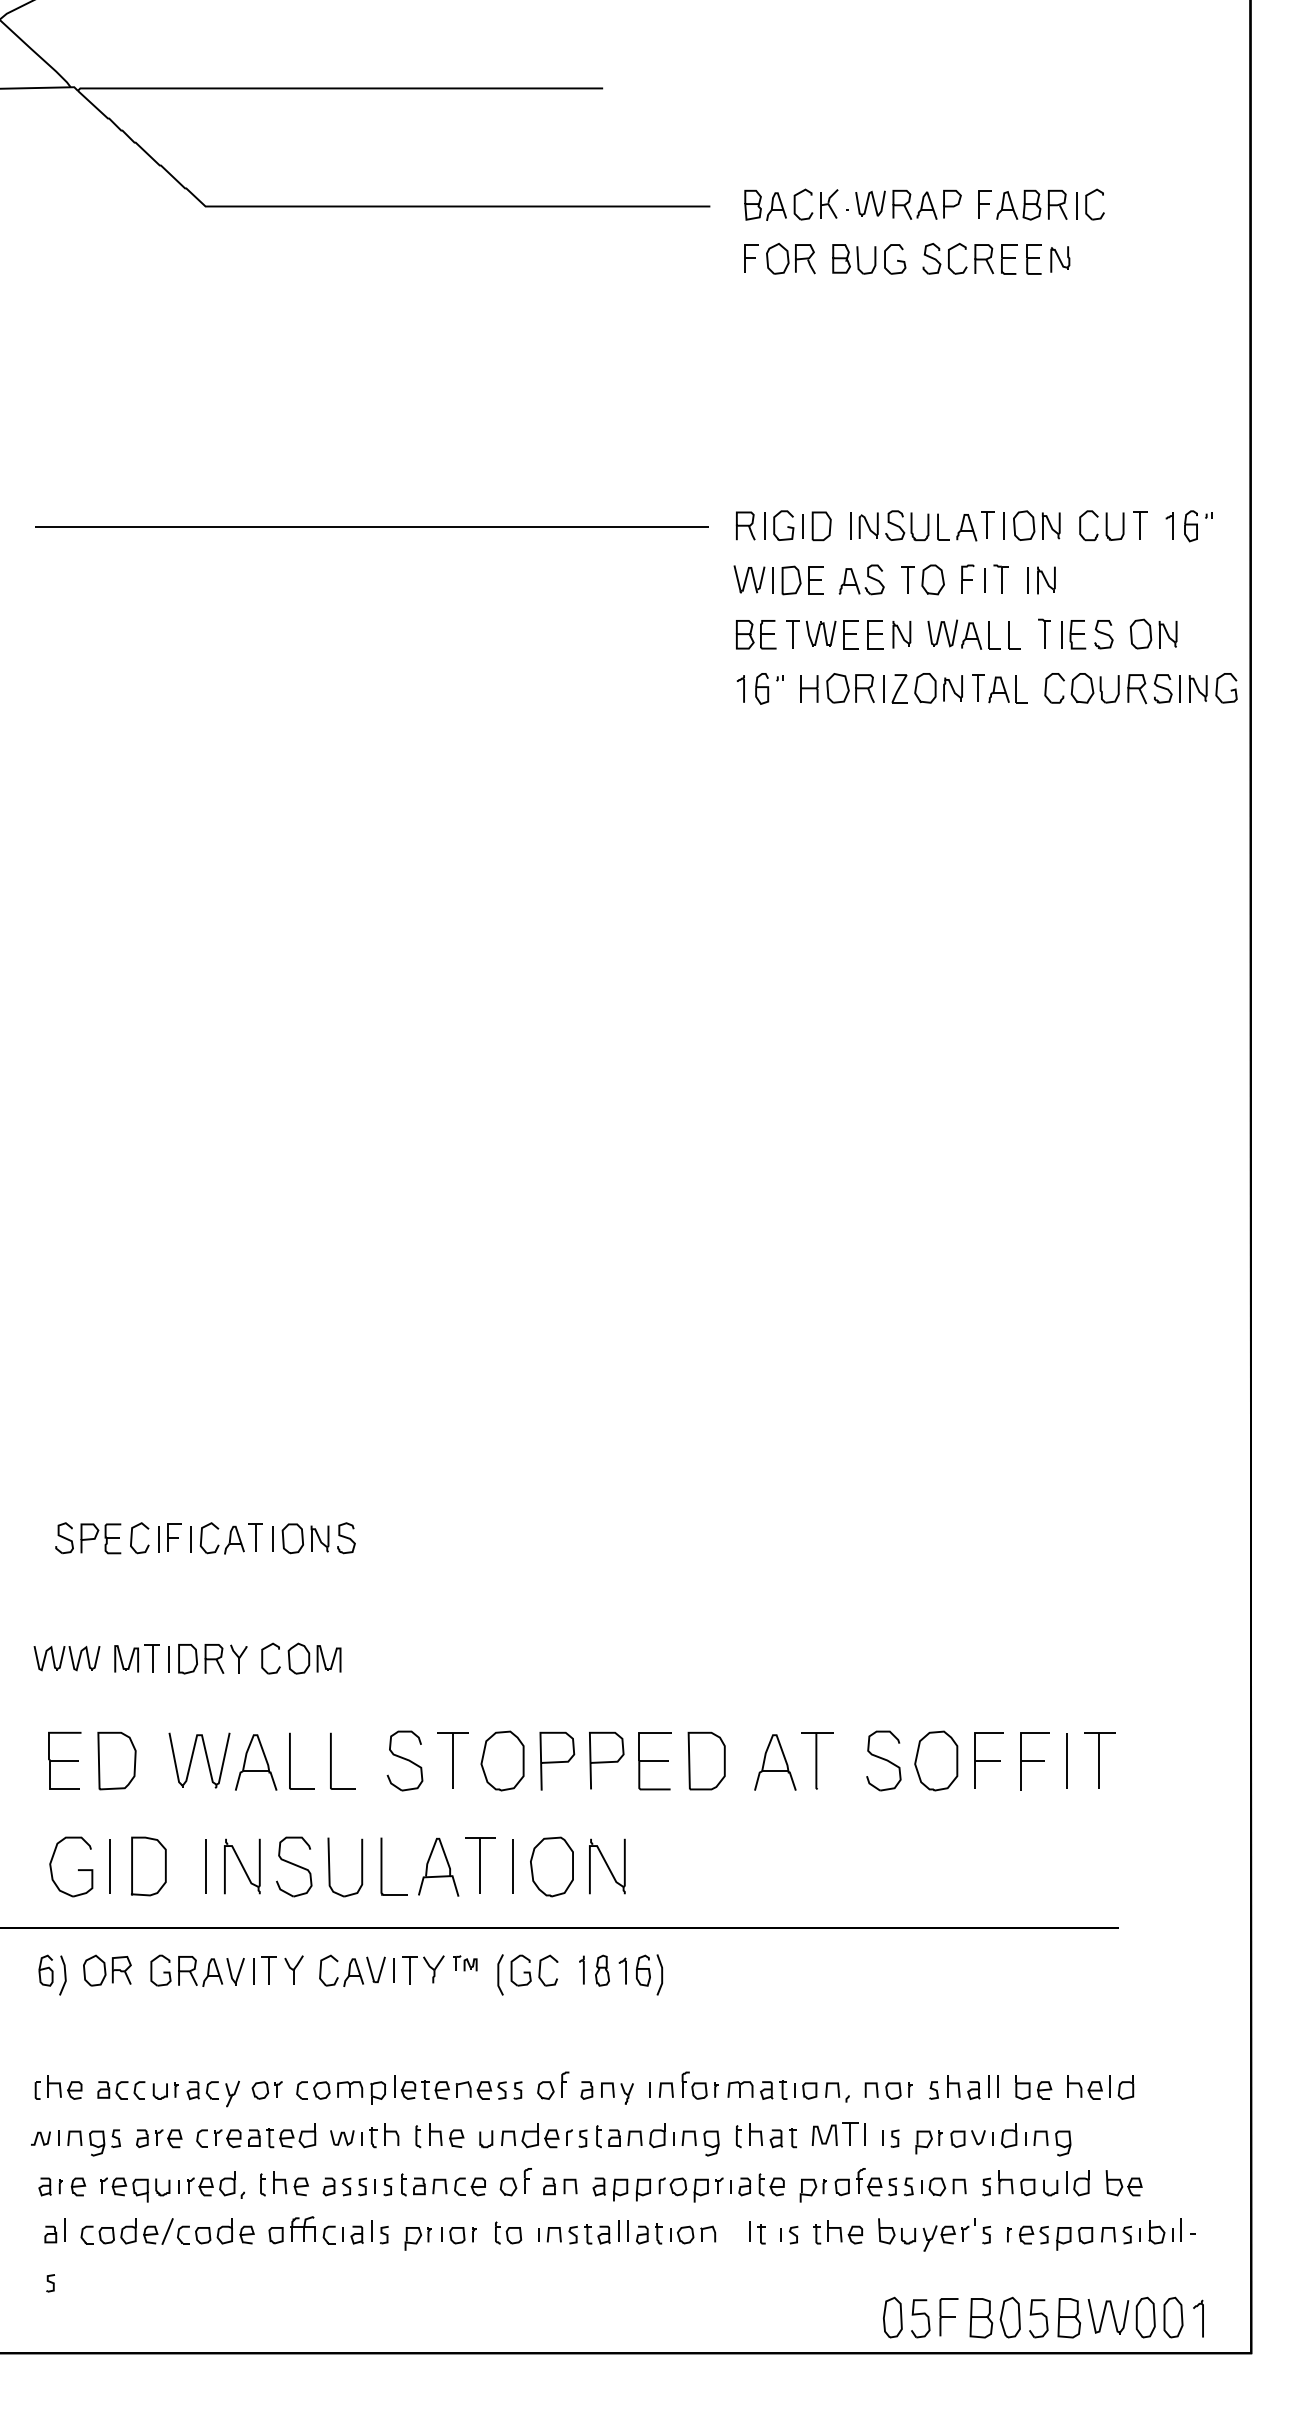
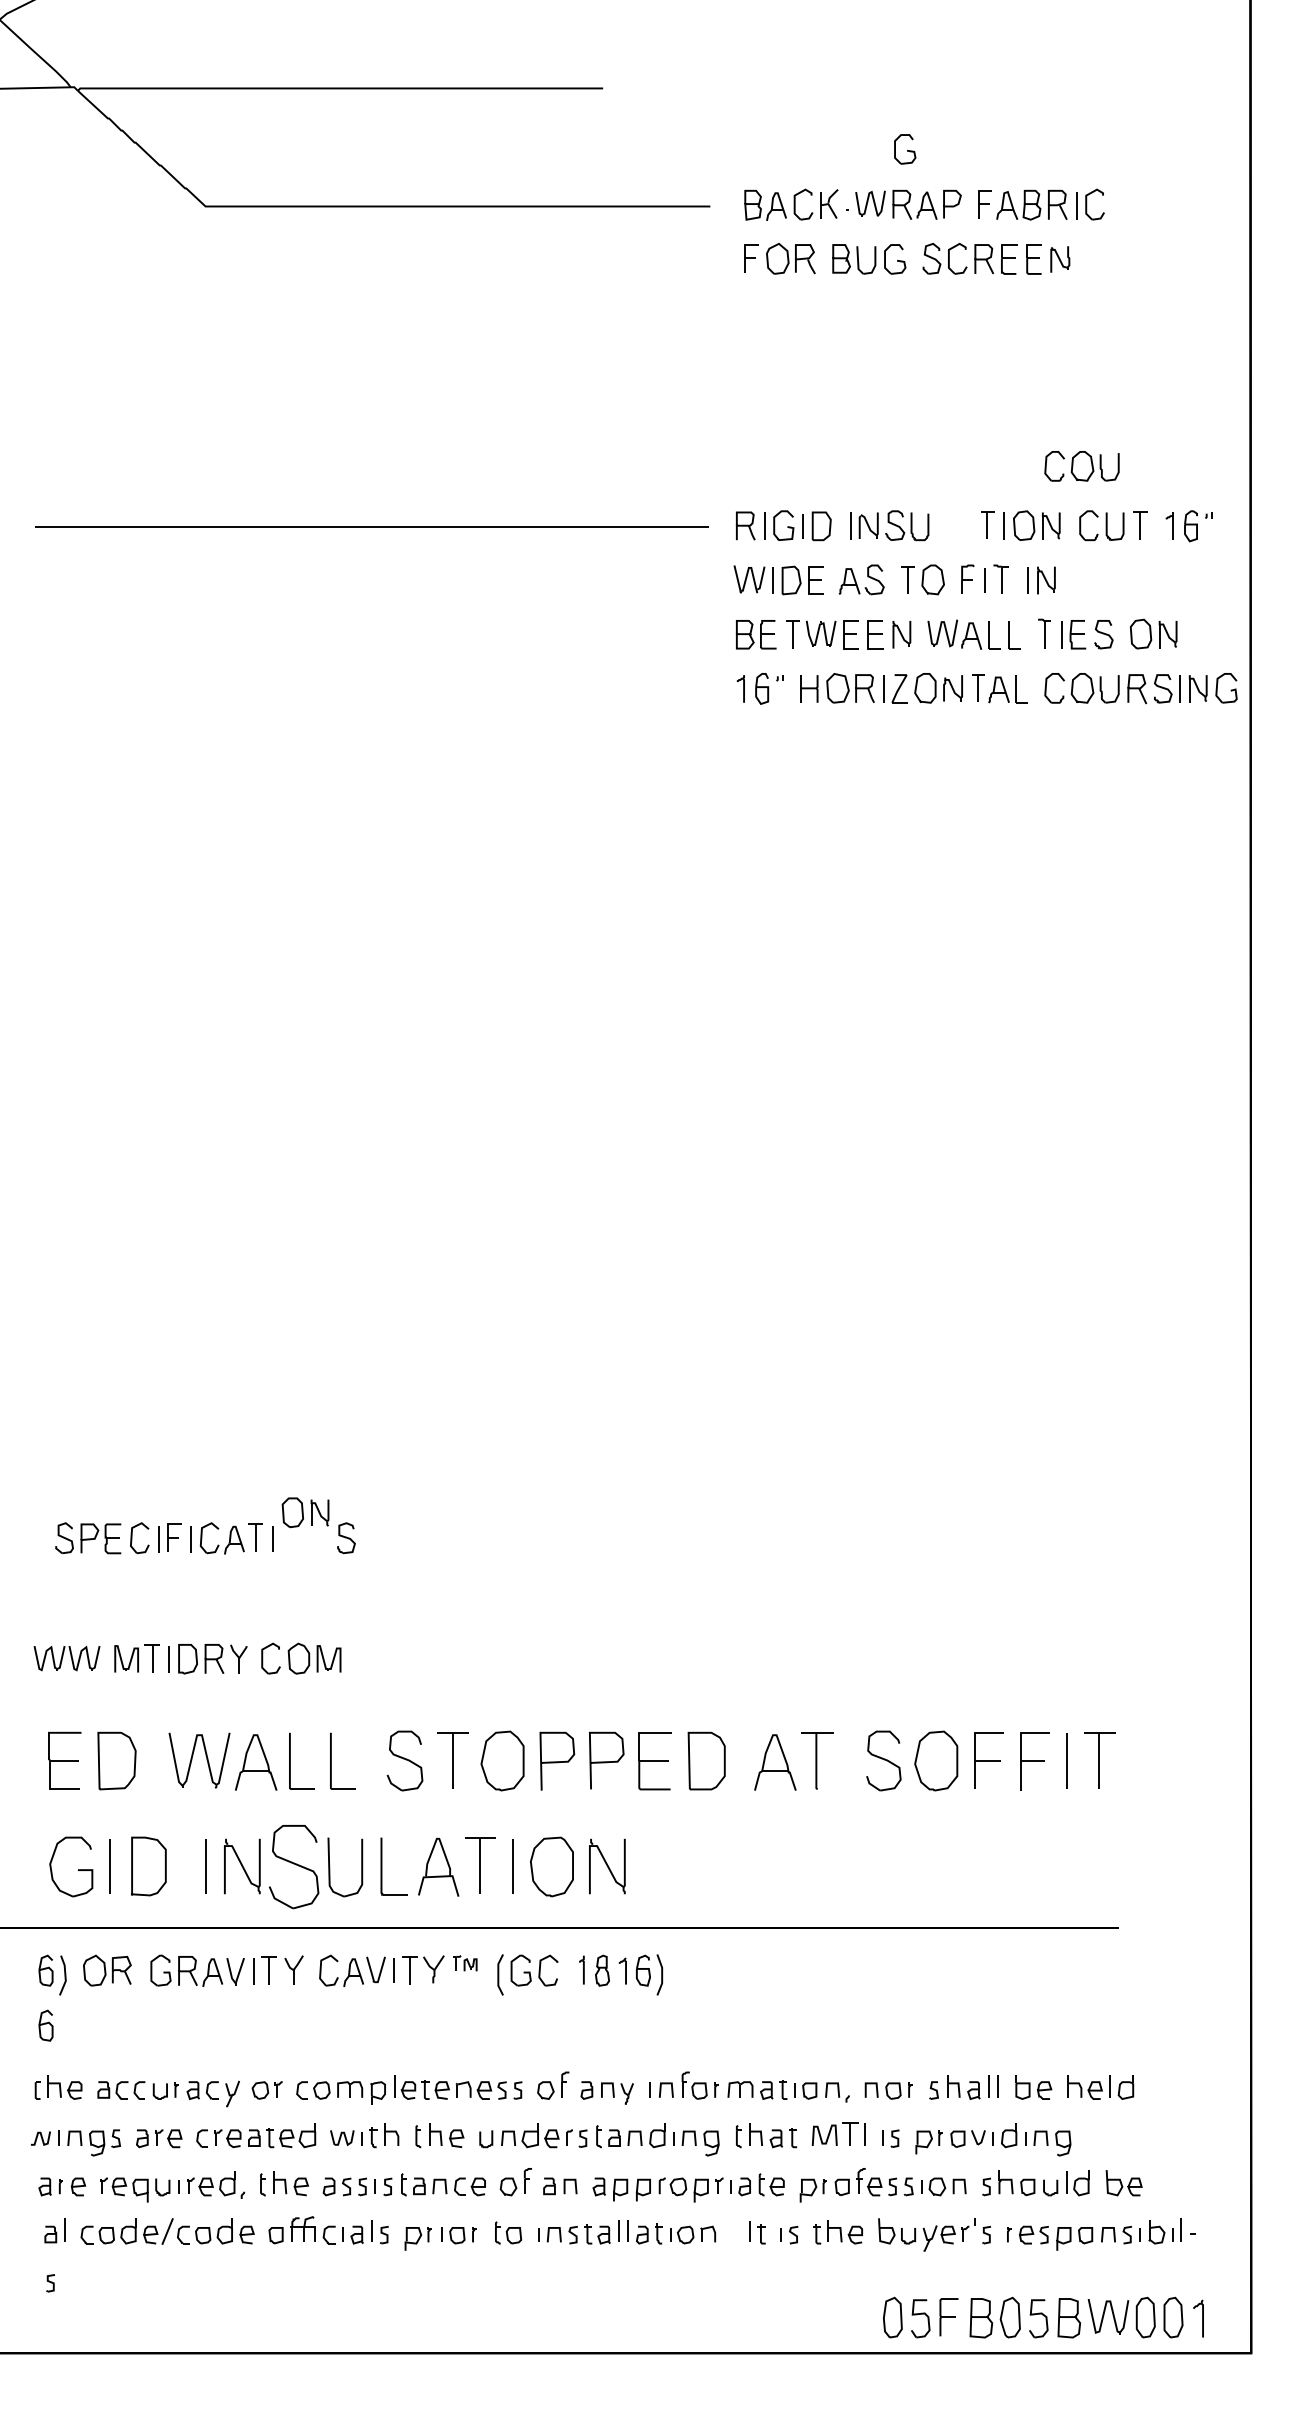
part at (905, 149): none -> present
part at (1081, 466): none -> present
part at (957, 527): present -> none
part at (305, 1538) position: (305, 1538) -> (305, 1512)
part at (294, 1866) size: 37x62 px -> 52x85 px
part at (45, 2025): none -> present
